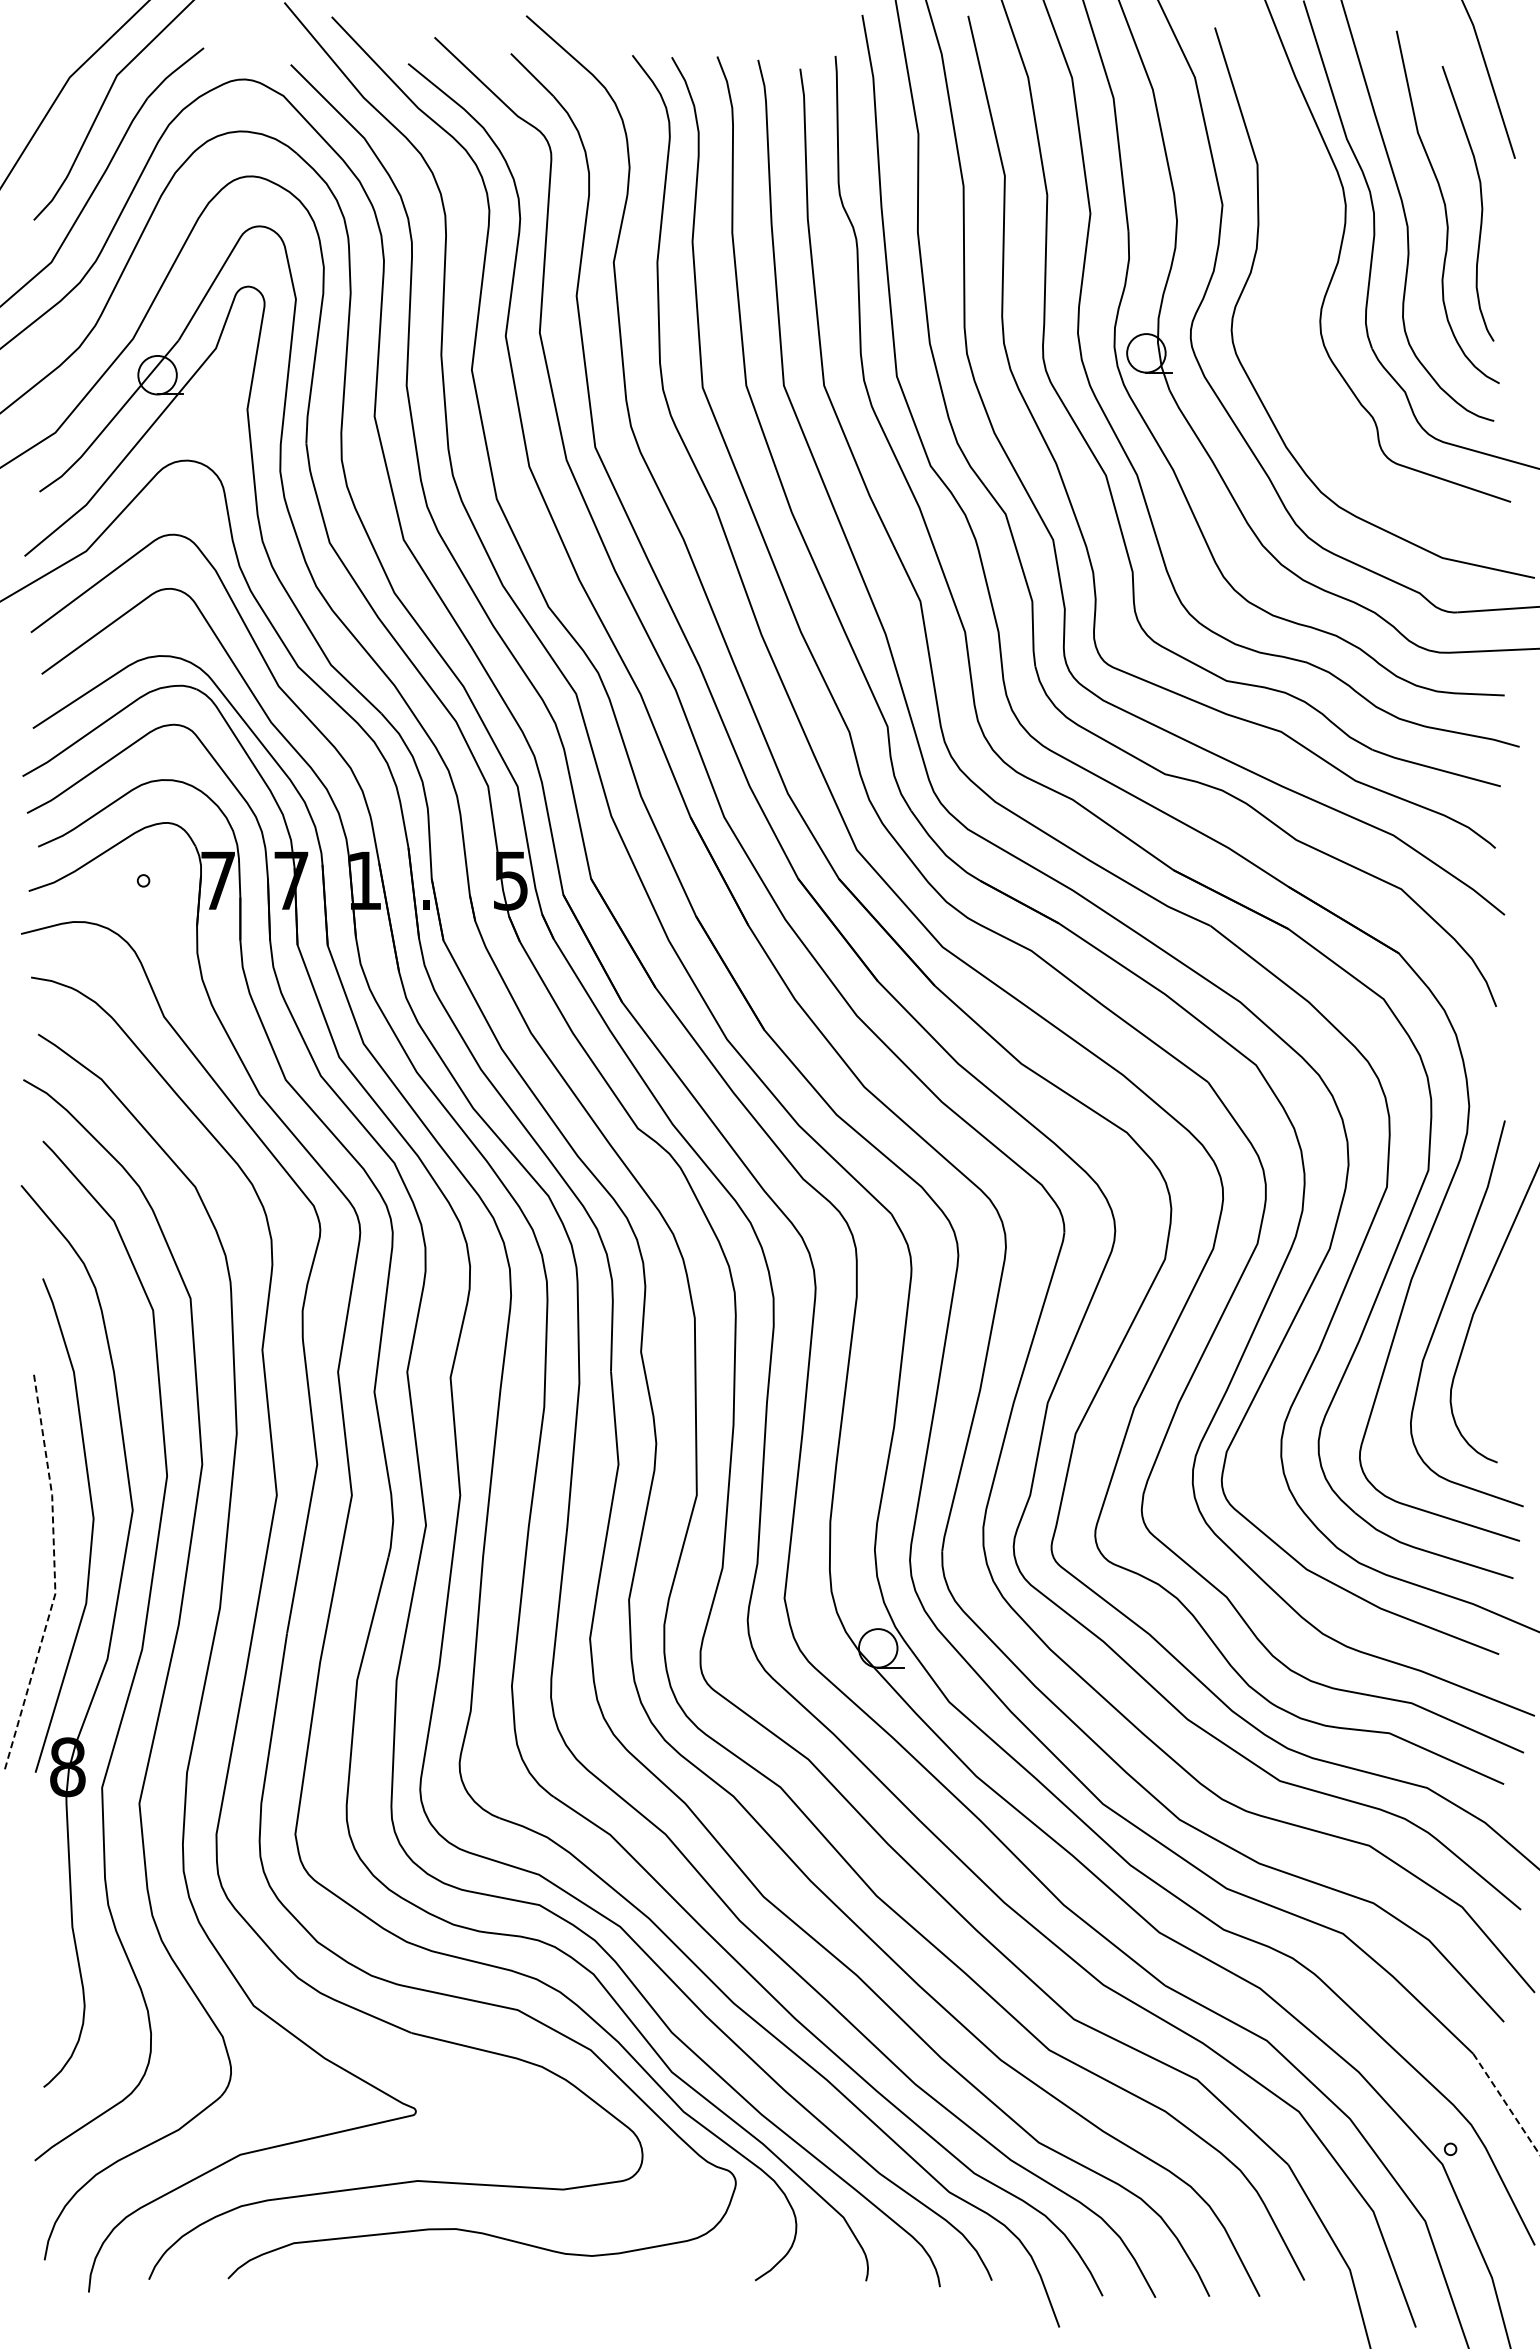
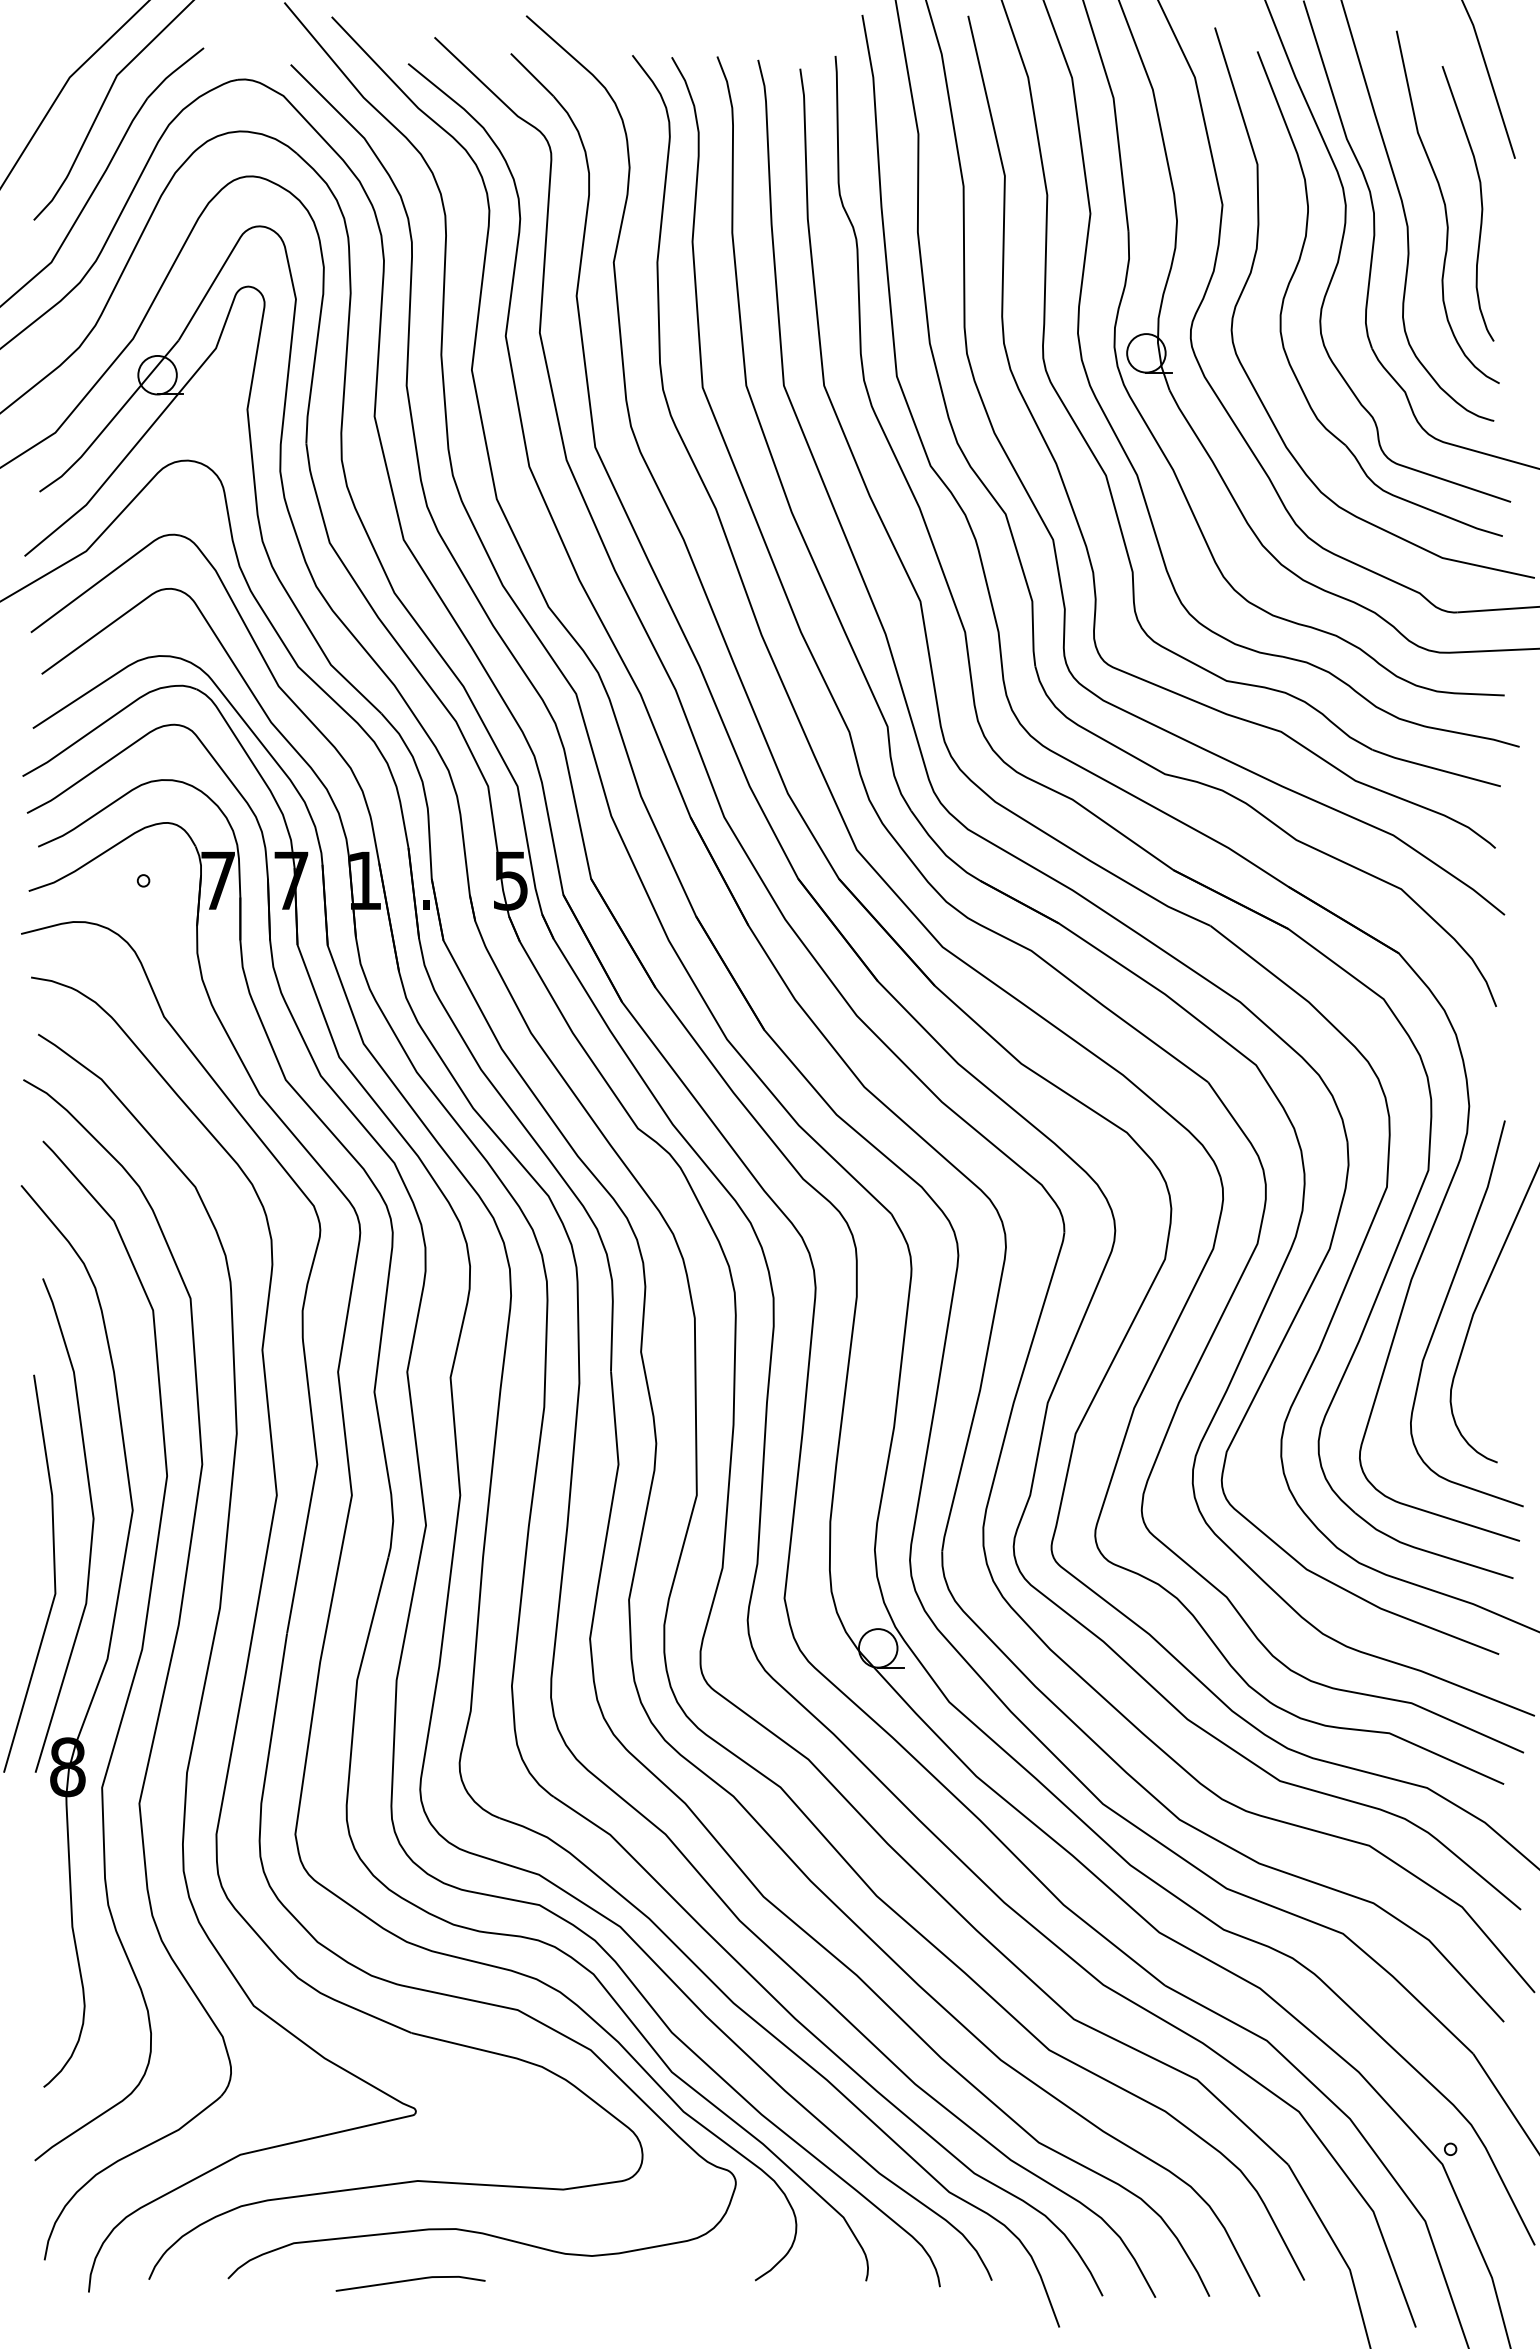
part at (1300, 260): none -> present
line at (54, 1576): dashed -> solid
line at (1506, 2104): dashed -> solid
line at (410, 2281): none -> present
